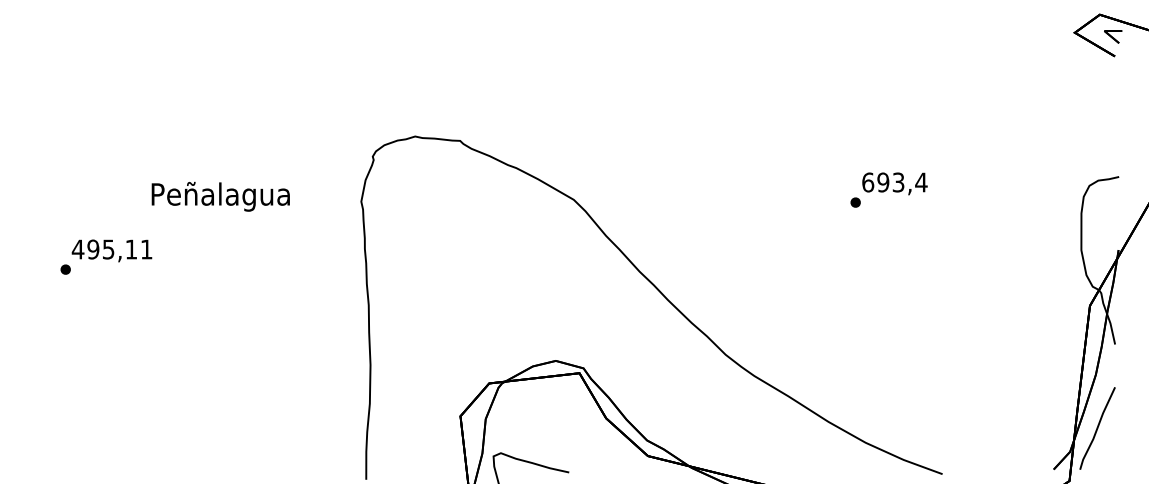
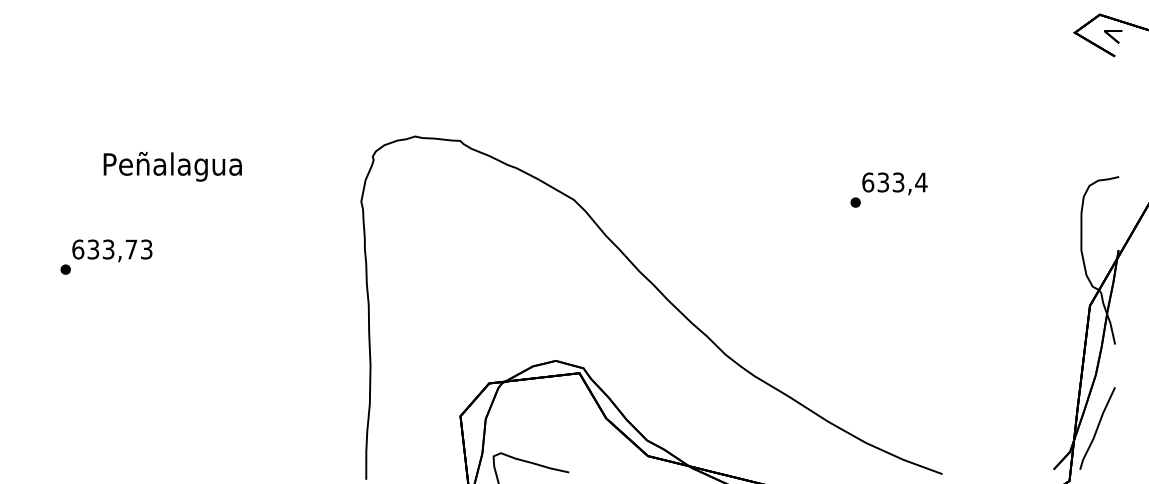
text at (883, 182): 693,4 -> 633,4
text at (220, 196) position: (220, 196) -> (172, 166)
text at (111, 249): 495,11 -> 633,73
